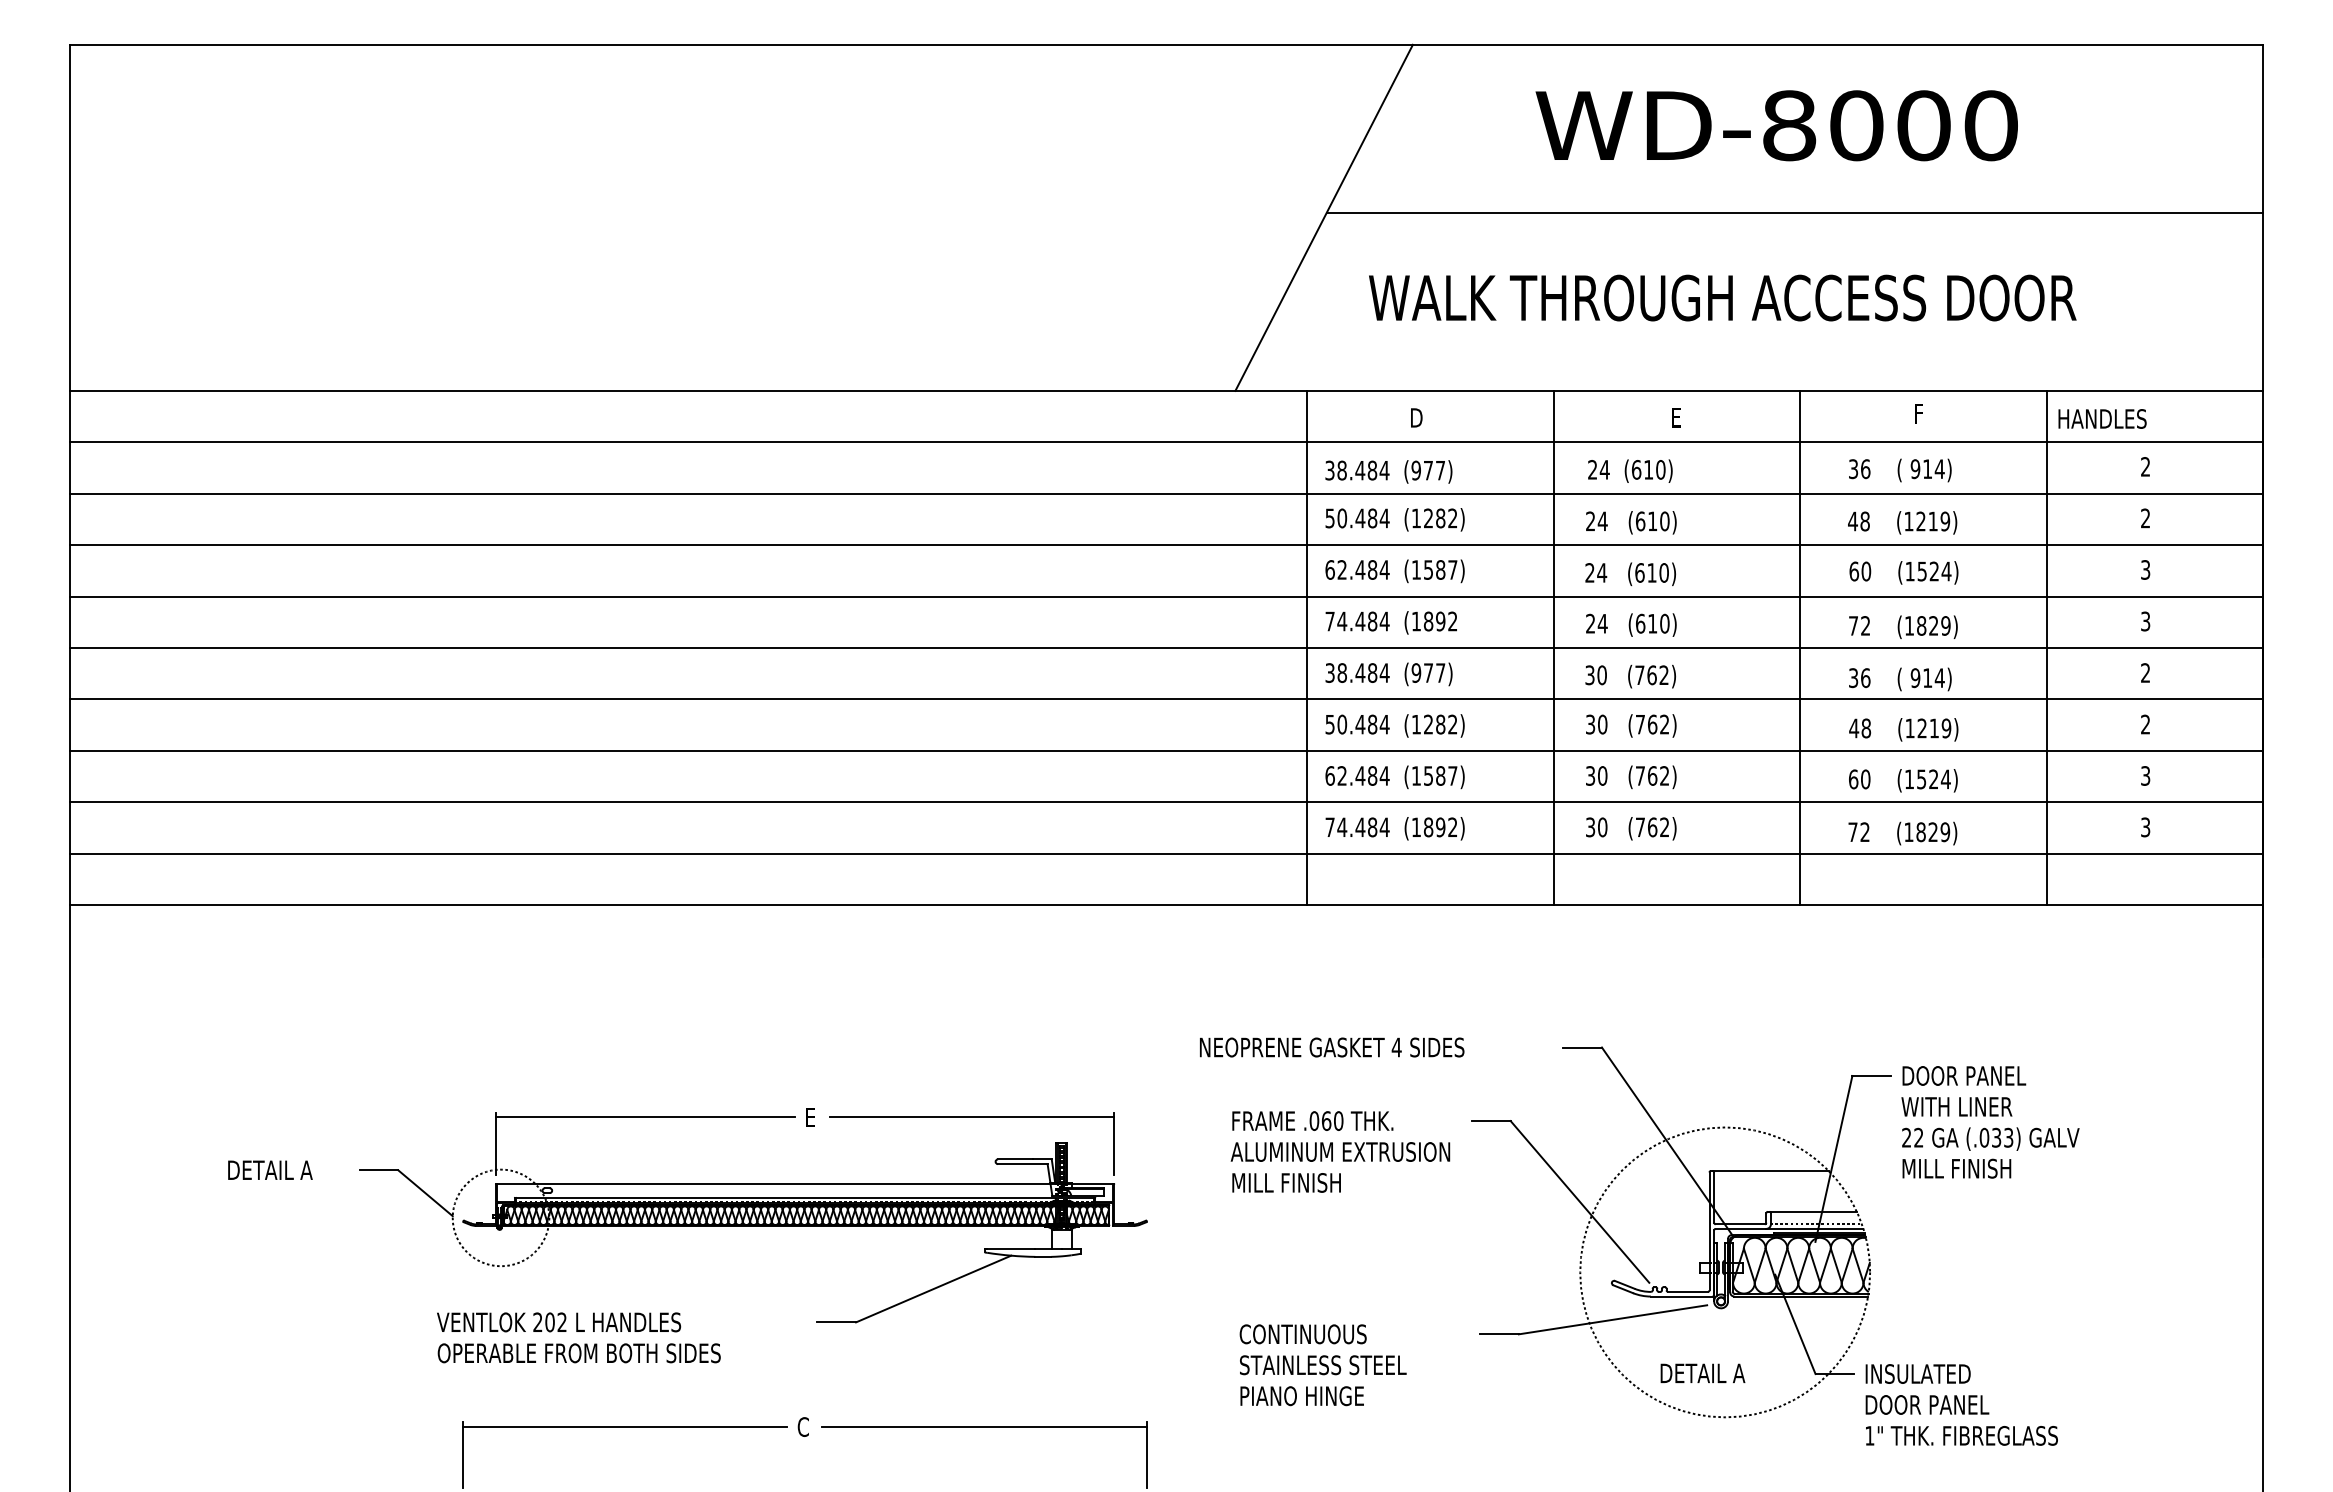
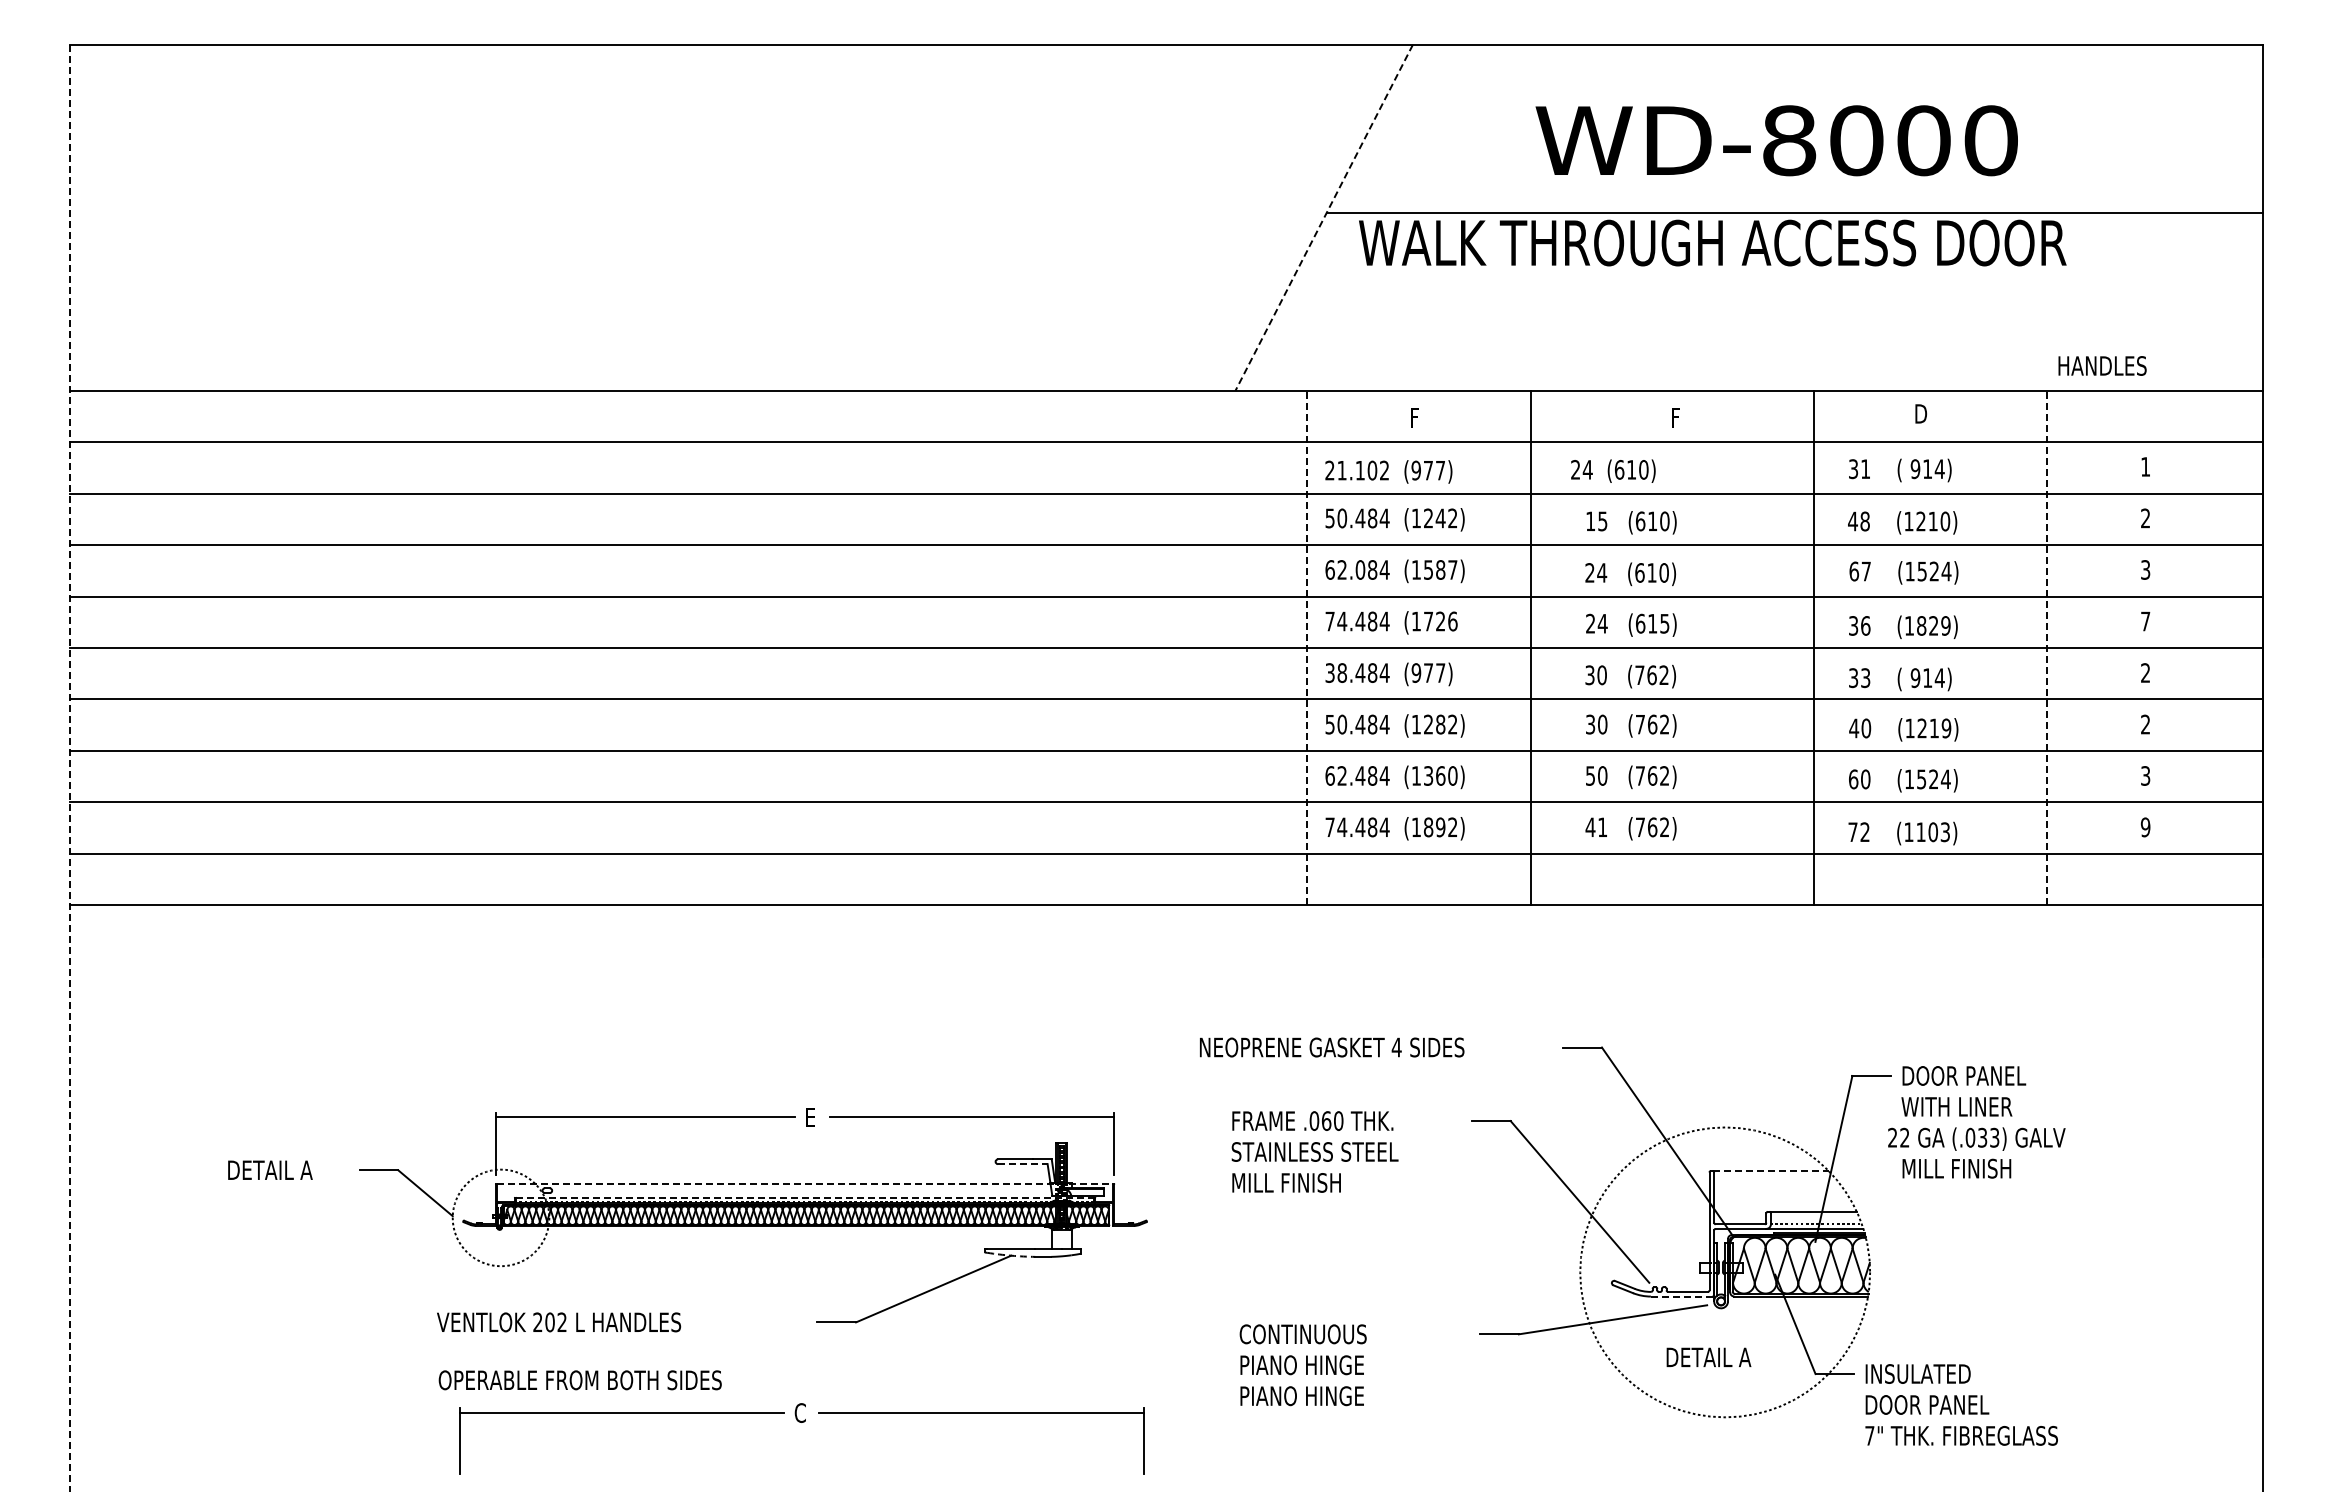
text at (1776, 125) position: (1776, 125) -> (1776, 140)
line at (1323, 218): solid -> dashed
text at (1722, 297) position: (1722, 297) -> (1712, 242)
text at (1921, 413): F -> D
text at (1416, 417): D -> F
text at (1677, 417): E -> F
text at (2102, 418) position: (2102, 418) -> (2102, 365)
text at (2145, 466): 2 -> 1
text at (1865, 469): 36 -> 31
text at (1357, 470): 38.484 -> 21.102
text at (1630, 470) position: (1630, 470) -> (1613, 470)
text at (1440, 518): (1282) -> (1242)
text at (1596, 521): 24 -> 15
text at (1945, 521): (1219) -> (1210)
text at (1360, 569): 62.484 -> 62.084
text at (1866, 571): 60 -> 67
text at (1440, 621): (1892 -> (1726
text at (2145, 621): 3 -> 7
text at (1664, 623): (610) -> (615)
text at (1859, 625): 72 -> 36
line at (1306, 647): solid -> dashed
line at (1553, 647) position: (1553, 647) -> (1530, 647)
line at (1800, 647) position: (1800, 647) -> (1814, 647)
line at (2047, 647): solid -> dashed
text at (1865, 678): 36 -> 33
text at (1866, 728): 48 -> 40
line at (69, 768): solid -> dashed
text at (1440, 775): (1587) -> (1360)
text at (1590, 775): 30 -> 50
text at (1596, 827): 30 -> 41
text at (2145, 827): 3 -> 9
text at (1933, 832): (1829) -> (1103)
text at (1990, 1138) position: (1990, 1138) -> (1976, 1138)
text at (1340, 1151): ALUMINUM EXTRUSION -> STAINLESS STEEL
line at (1022, 1164): solid -> dashed
line at (1771, 1170): solid -> dashed
line at (805, 1184): solid -> dashed
line at (805, 1197): solid -> dashed
arc at (1011, 1255): solid -> dashed
line at (1681, 1296): solid -> dashed
text at (578, 1353) position: (578, 1353) -> (579, 1380)
text at (1323, 1365): STAINLESS STEEL -> PIANO HINGE
text at (1702, 1372) position: (1702, 1372) -> (1708, 1356)
text at (1869, 1435): 1" -> 7"
part at (804, 1436) position: (804, 1436) -> (801, 1422)
